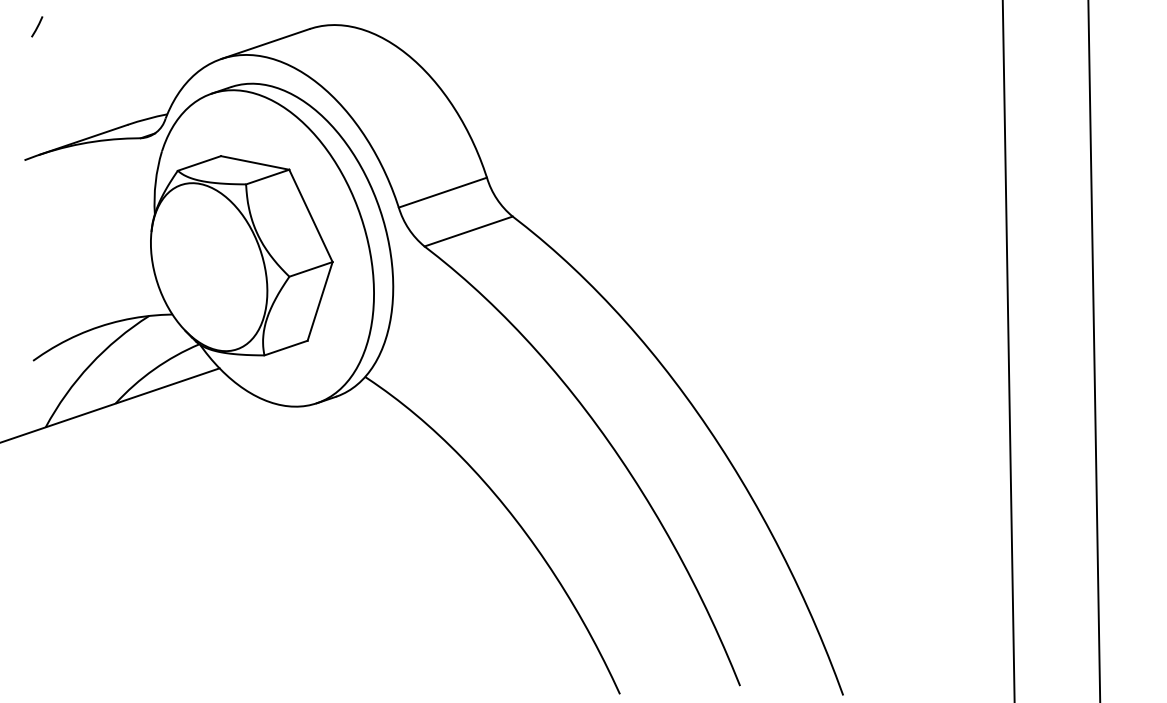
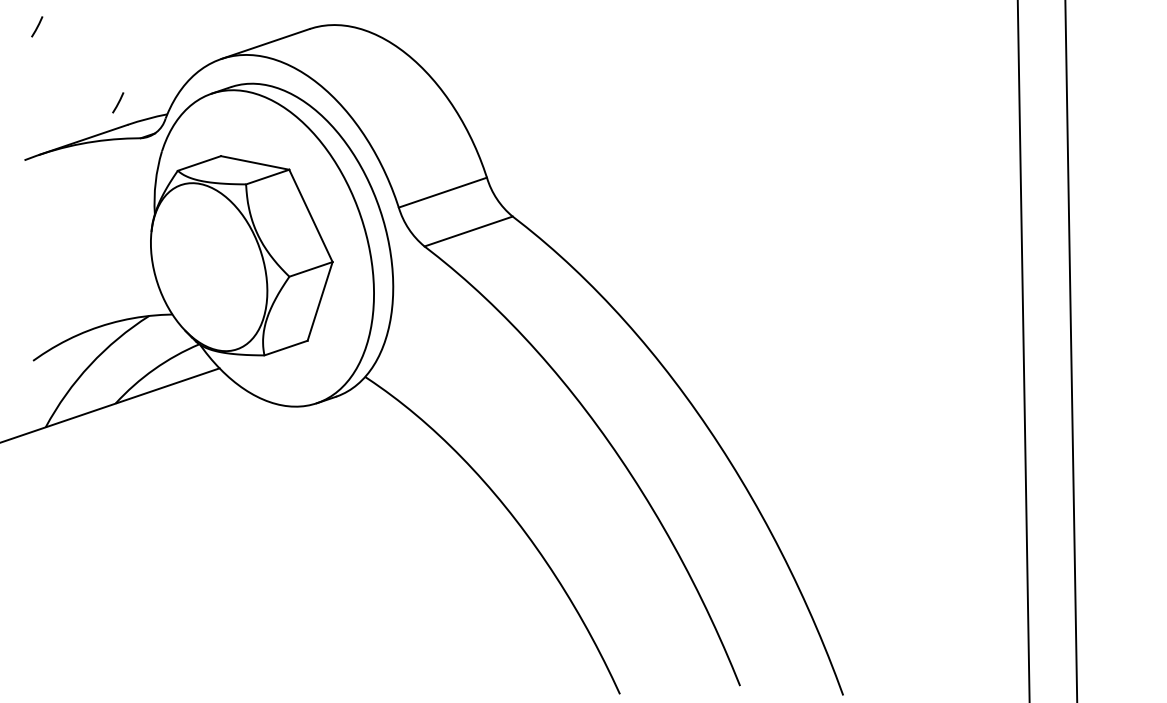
line at (118, 102): none -> present
line at (1008, 350) position: (1008, 350) -> (1023, 350)
line at (1094, 350) position: (1094, 350) -> (1071, 350)
